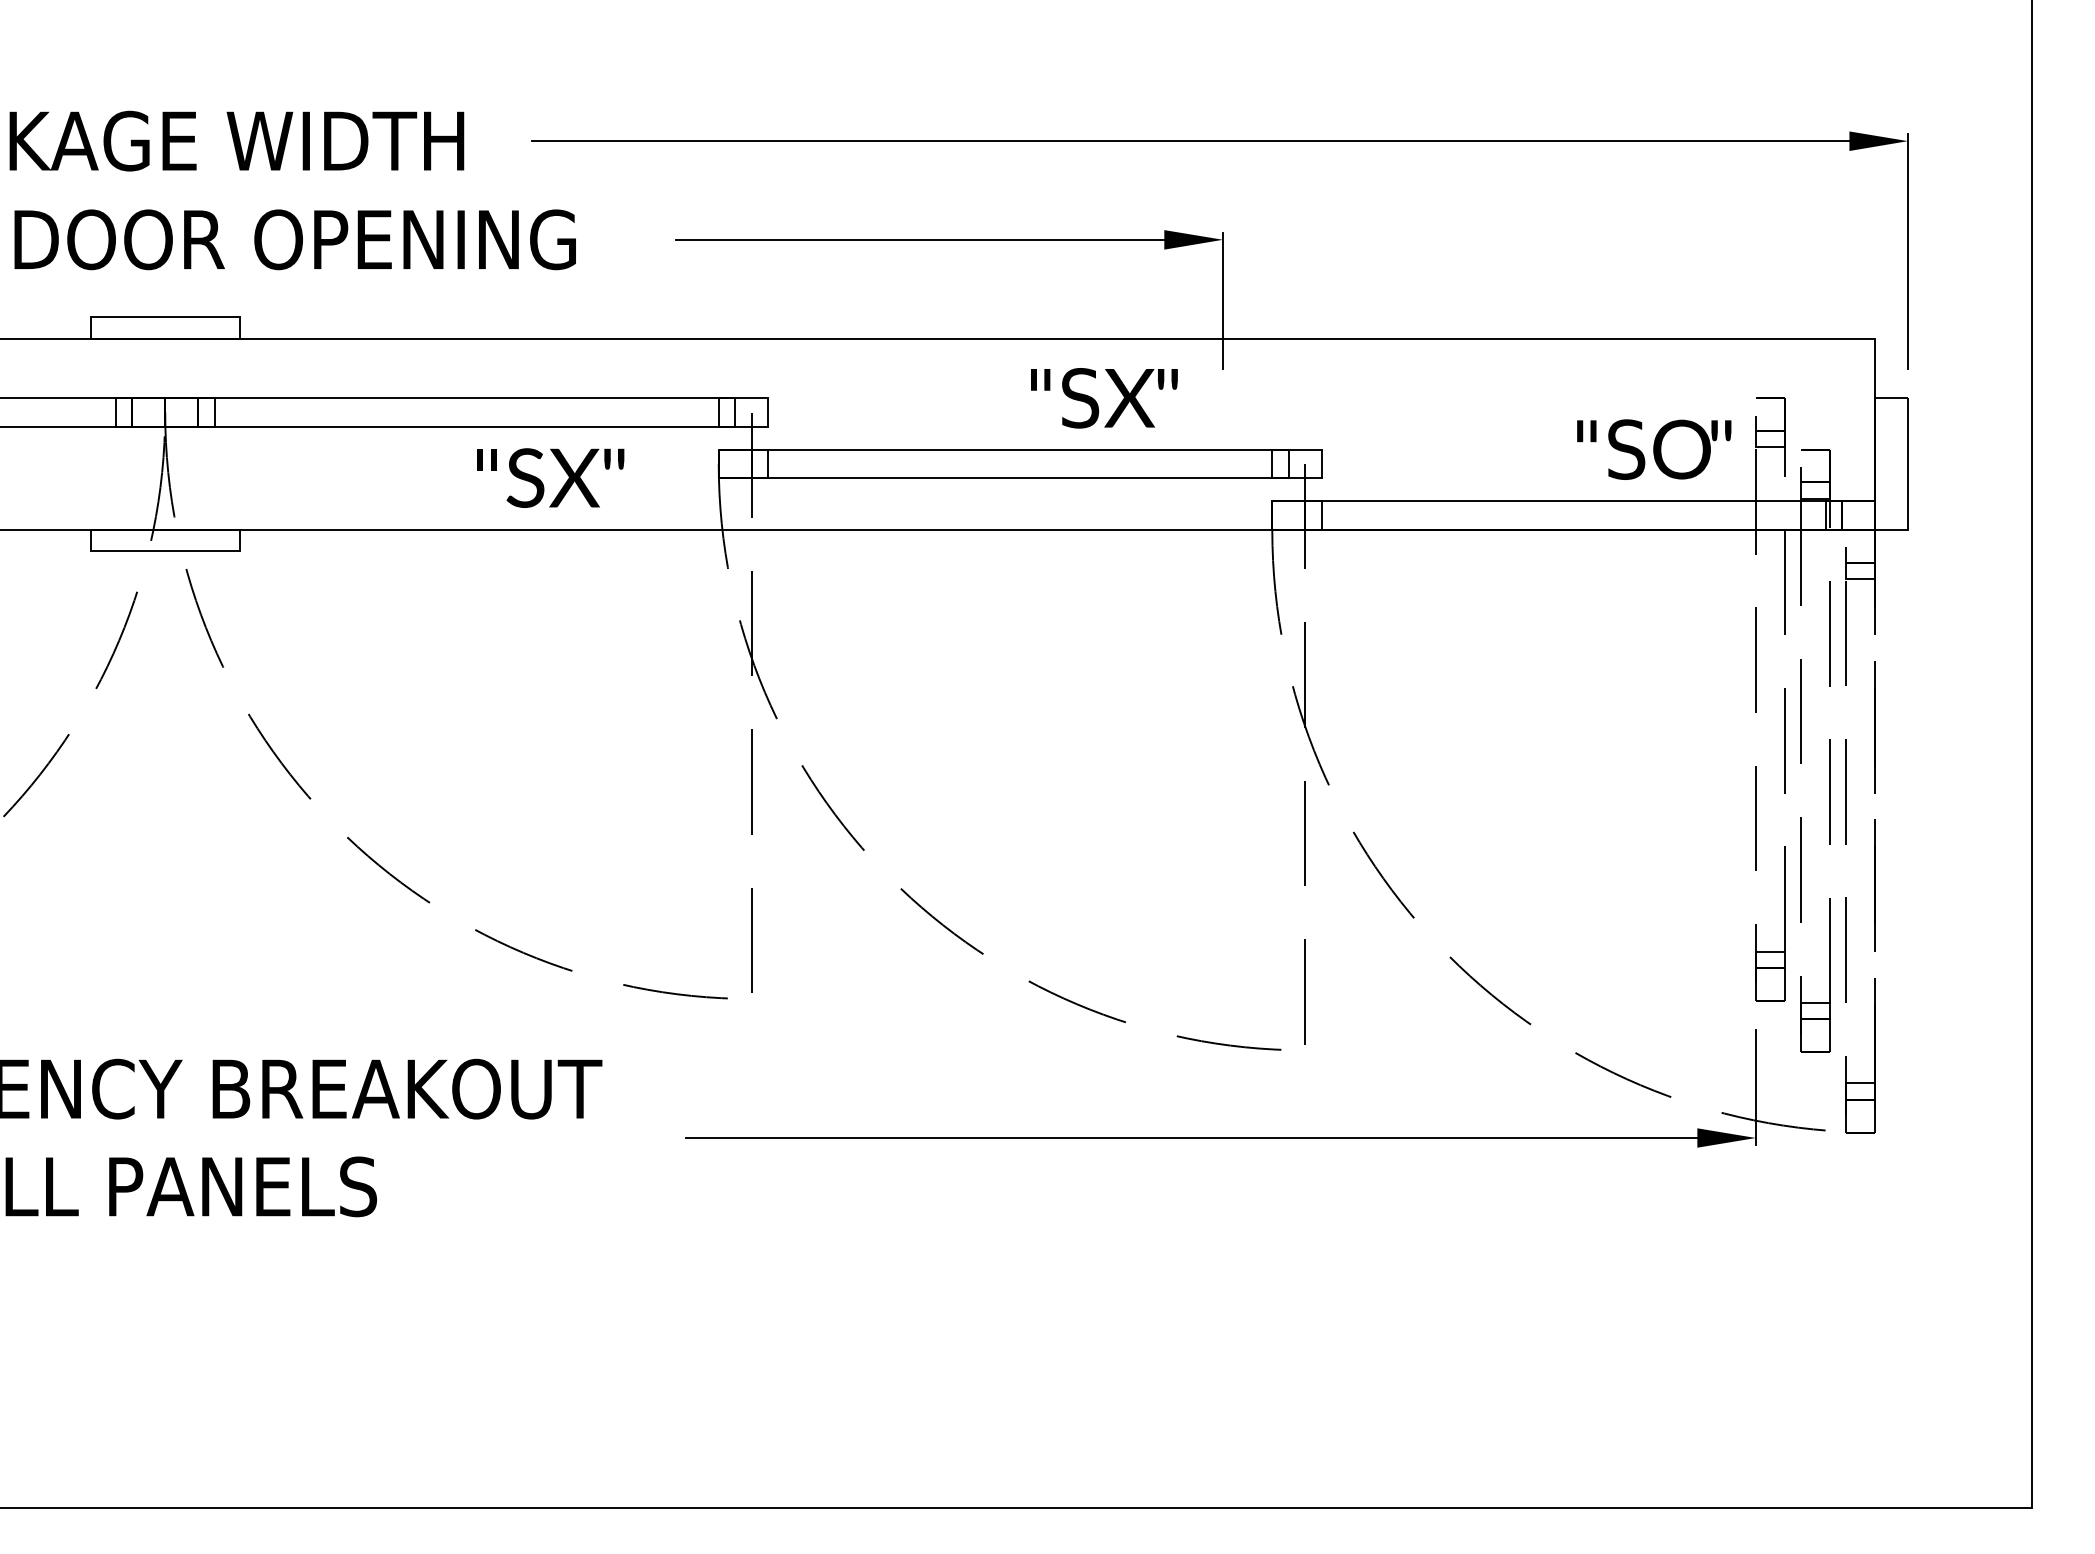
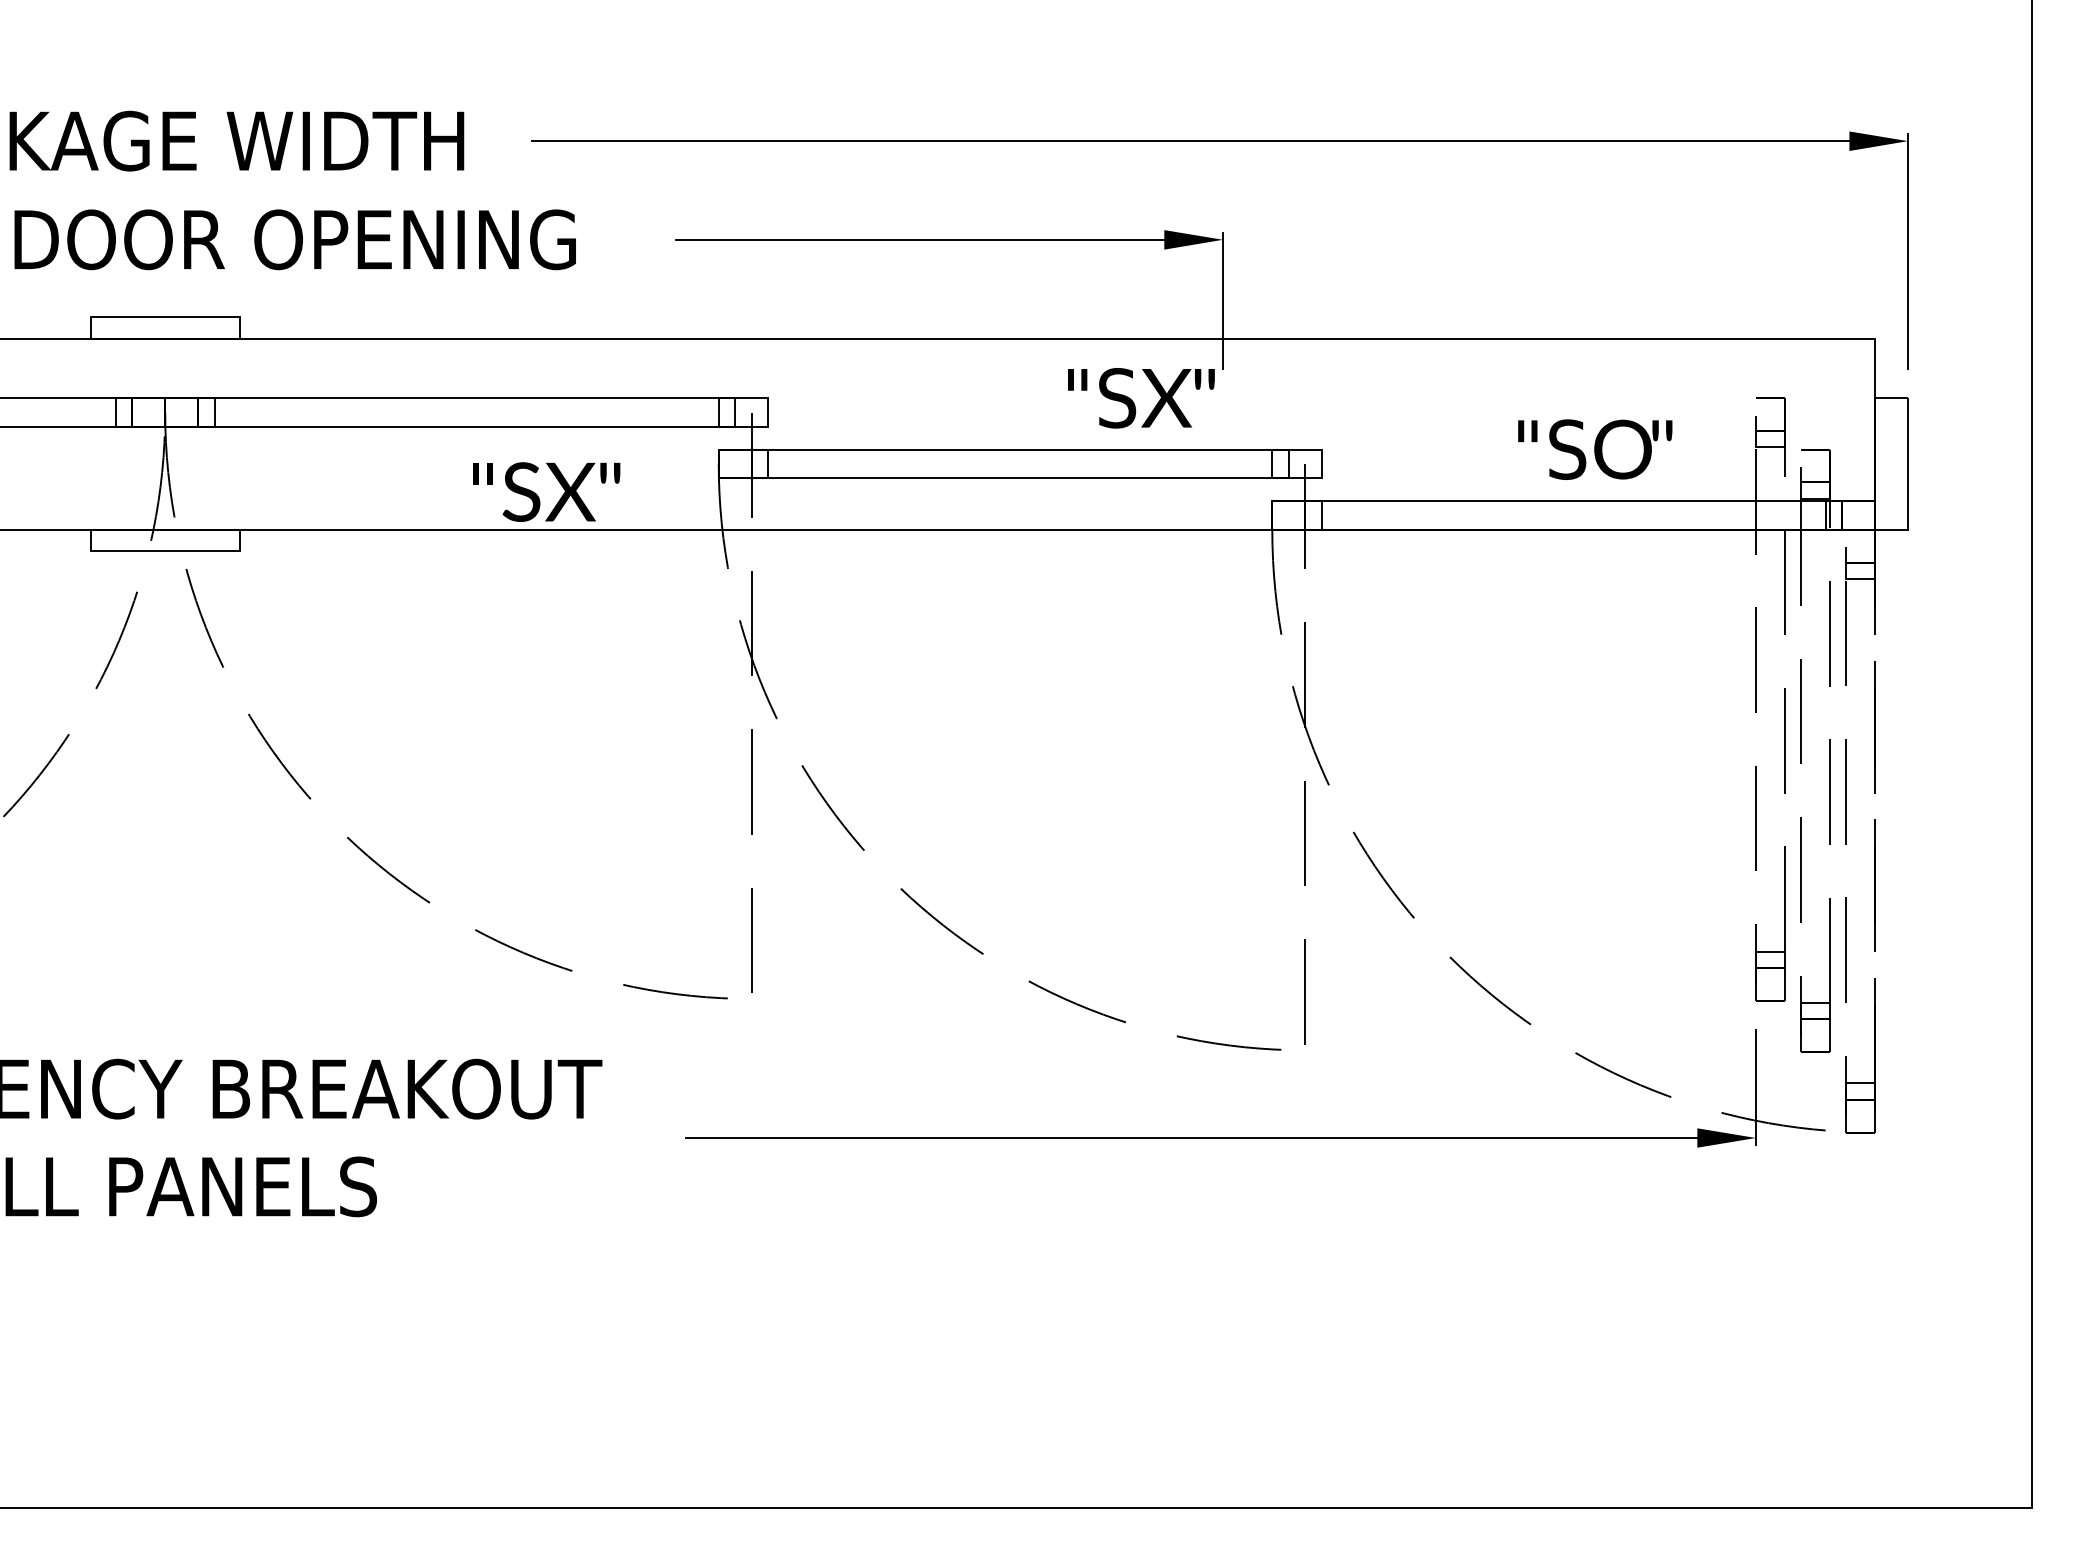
text at (1104, 398) position: (1104, 398) -> (1141, 398)
text at (1654, 449) position: (1654, 449) -> (1595, 449)
text at (550, 477) position: (550, 477) -> (546, 491)
